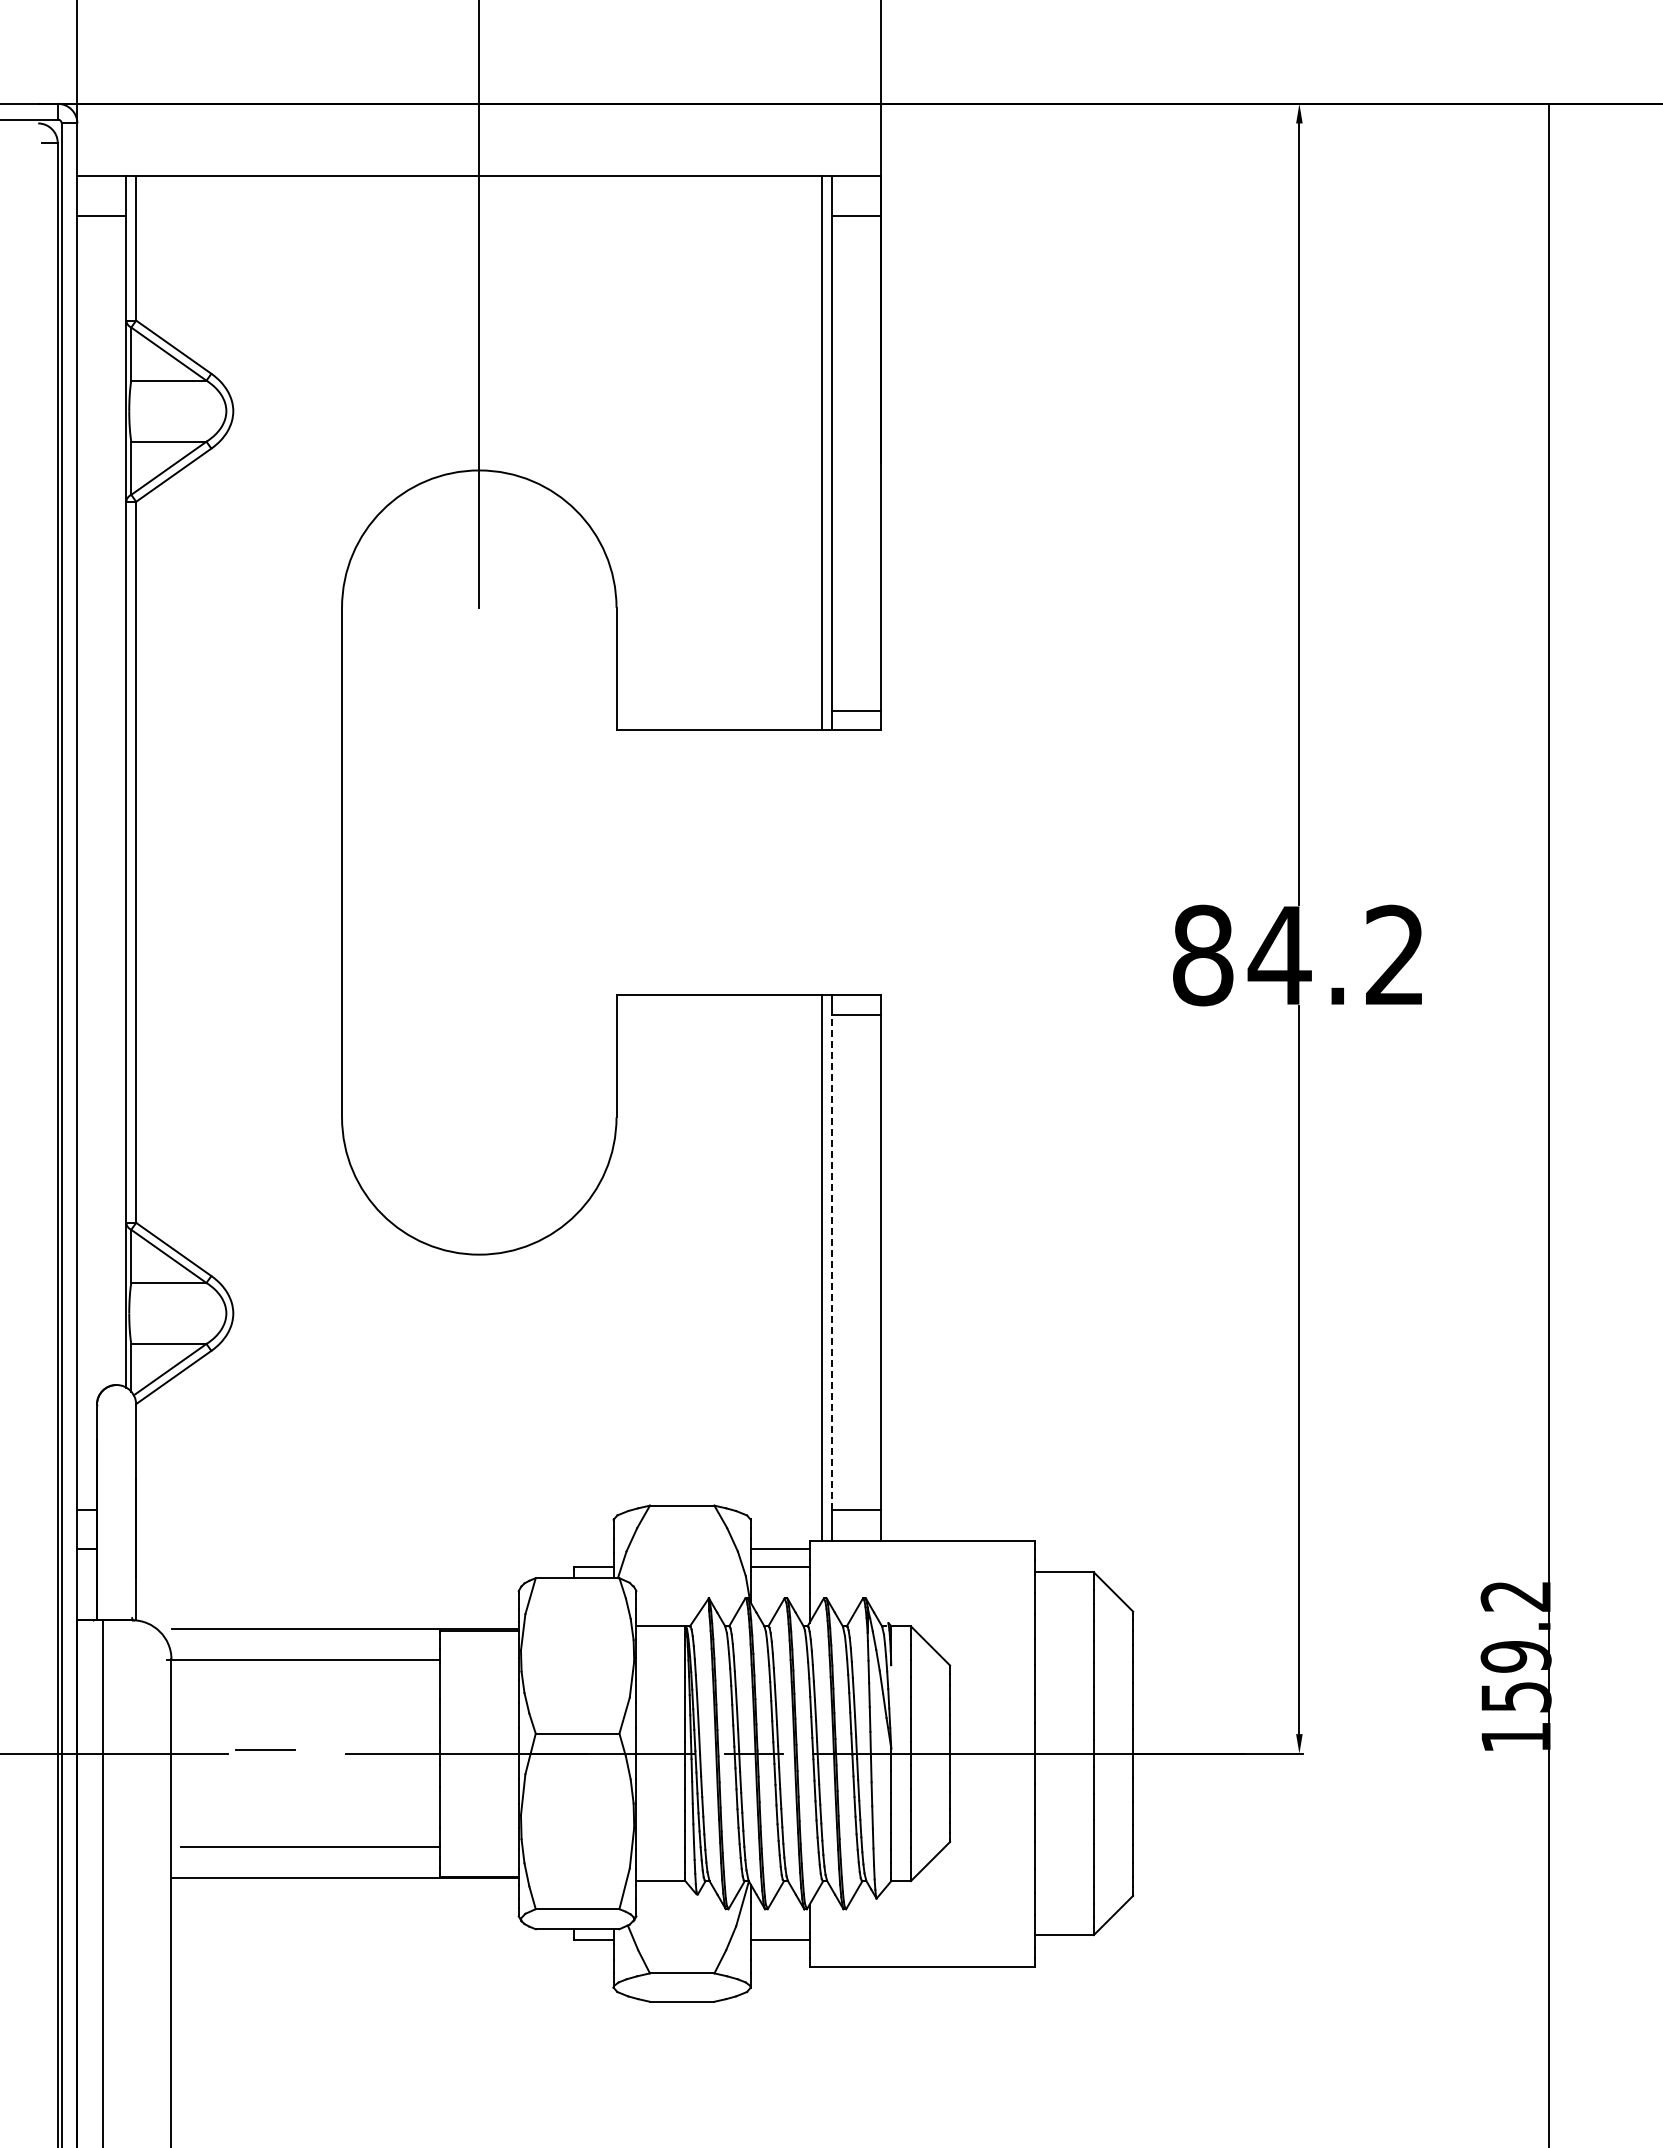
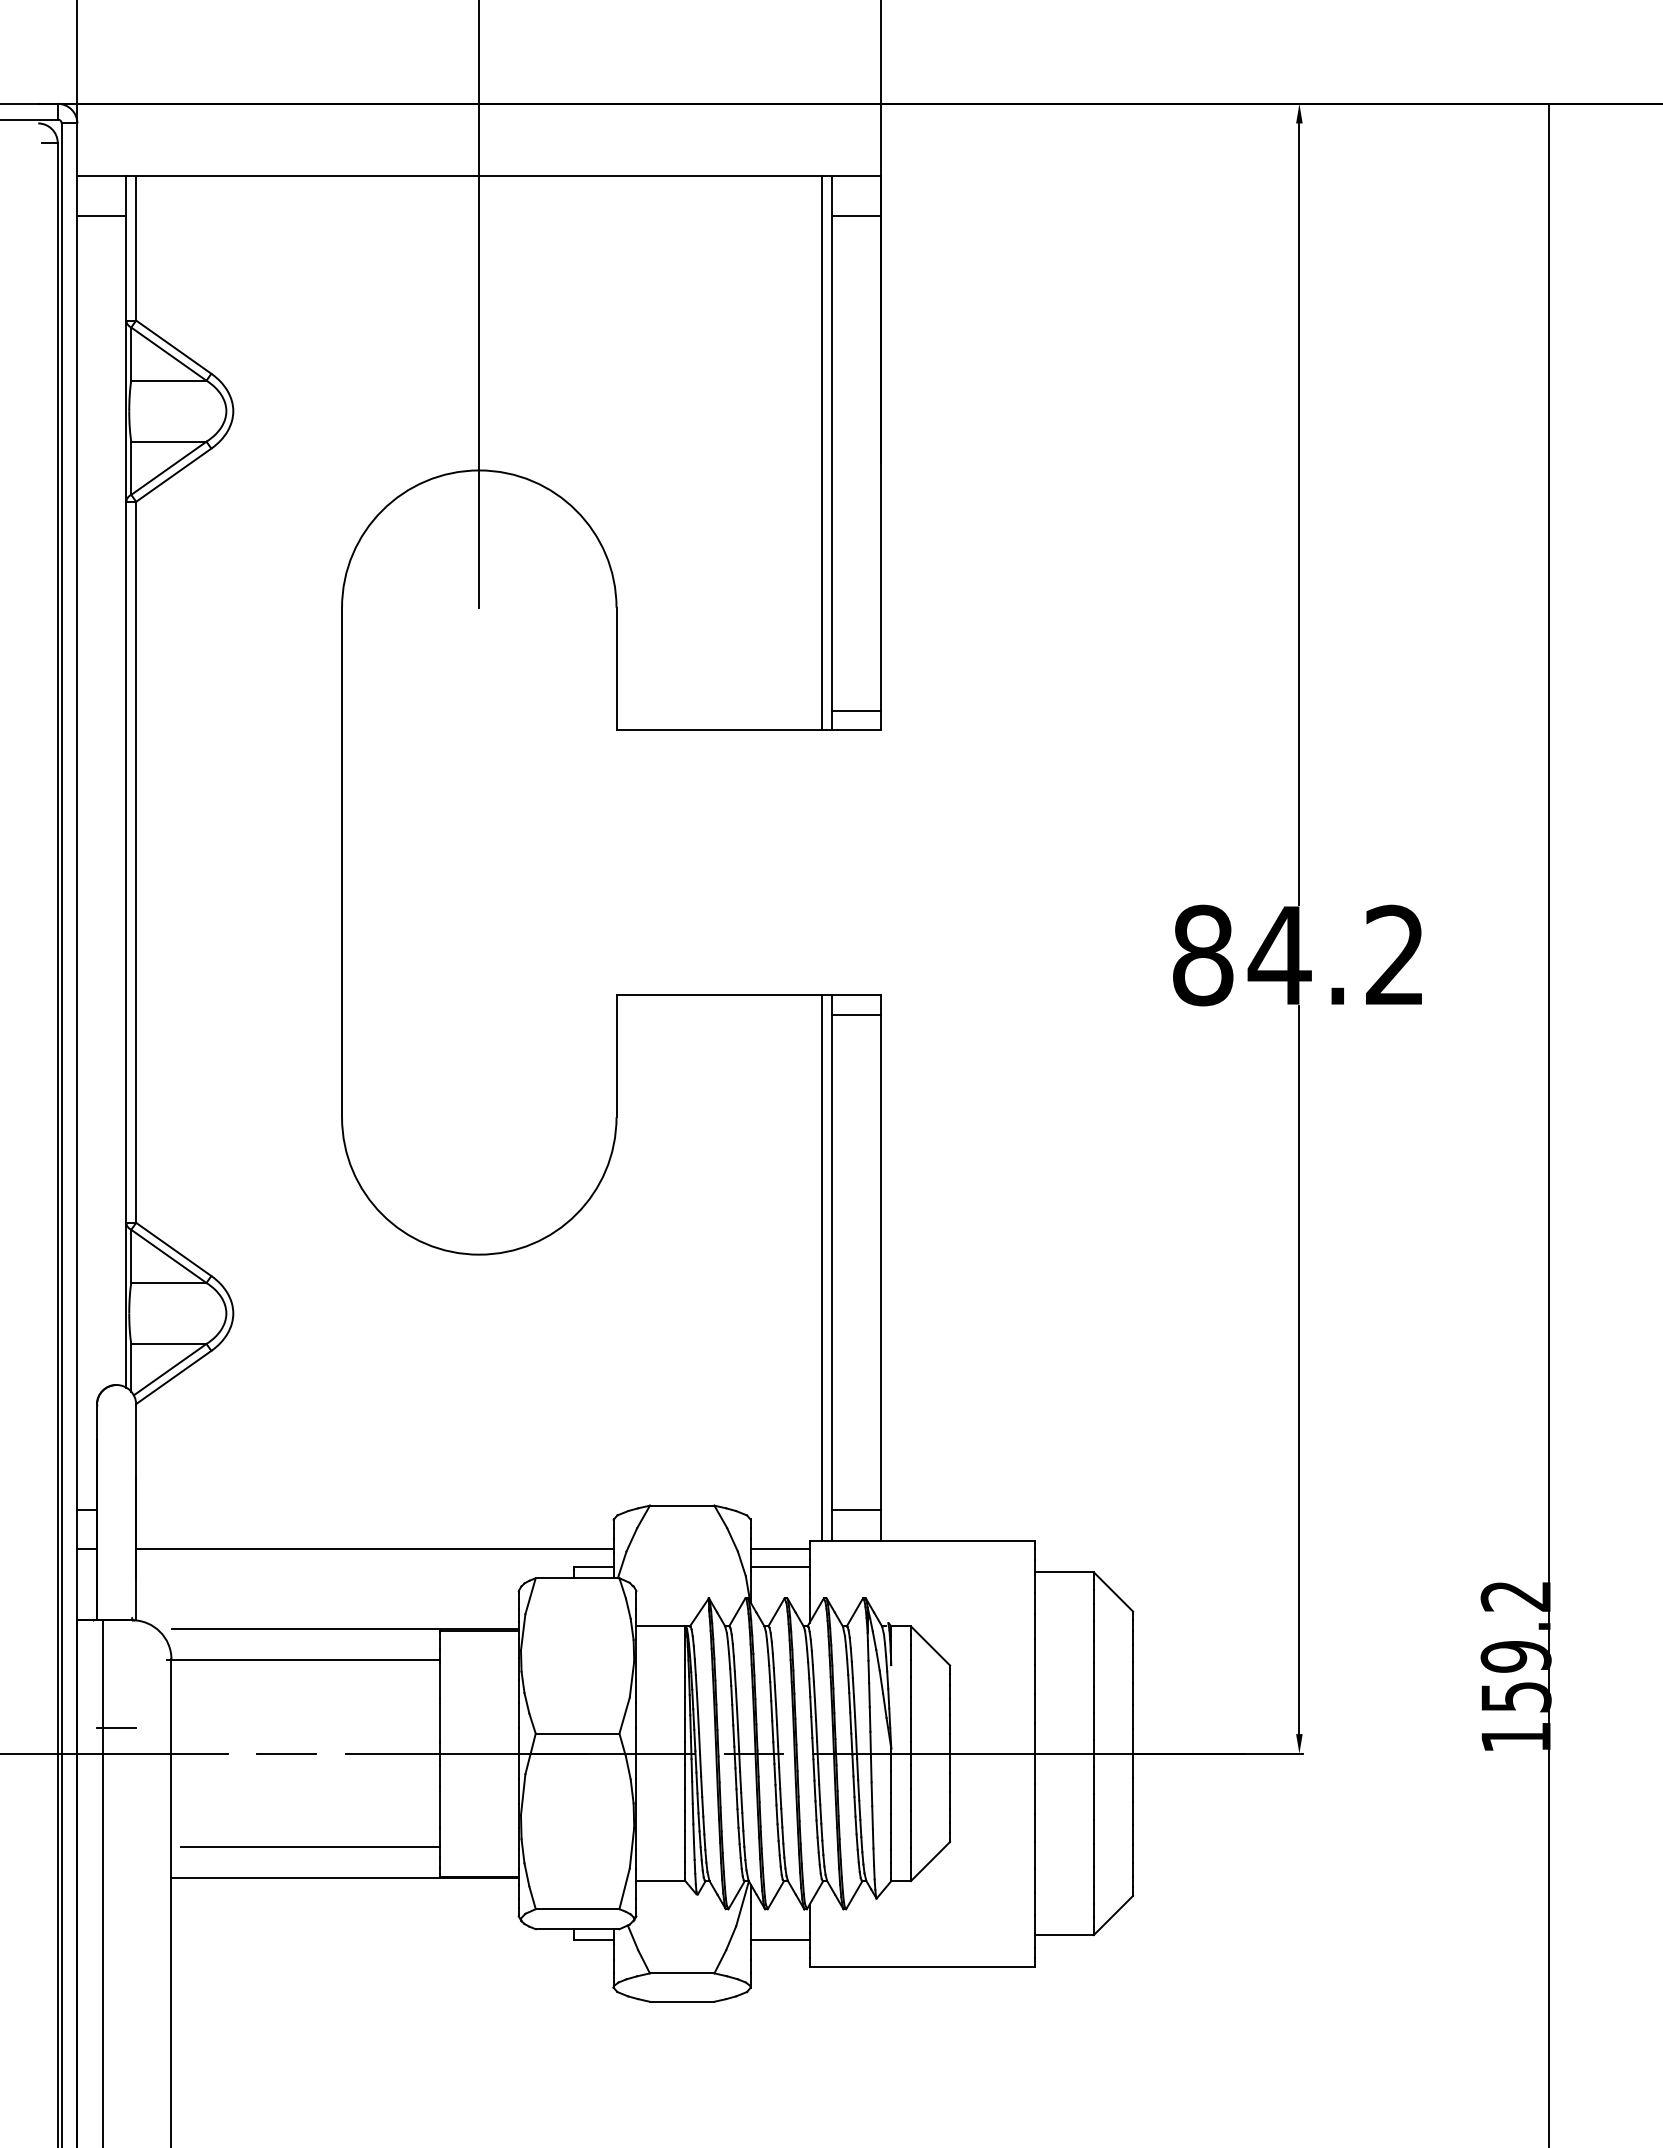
line at (832, 1262): dashed -> solid
line at (374, 1548): none -> present
line at (116, 1728): none -> present
line at (265, 1749) position: (265, 1749) -> (286, 1753)
